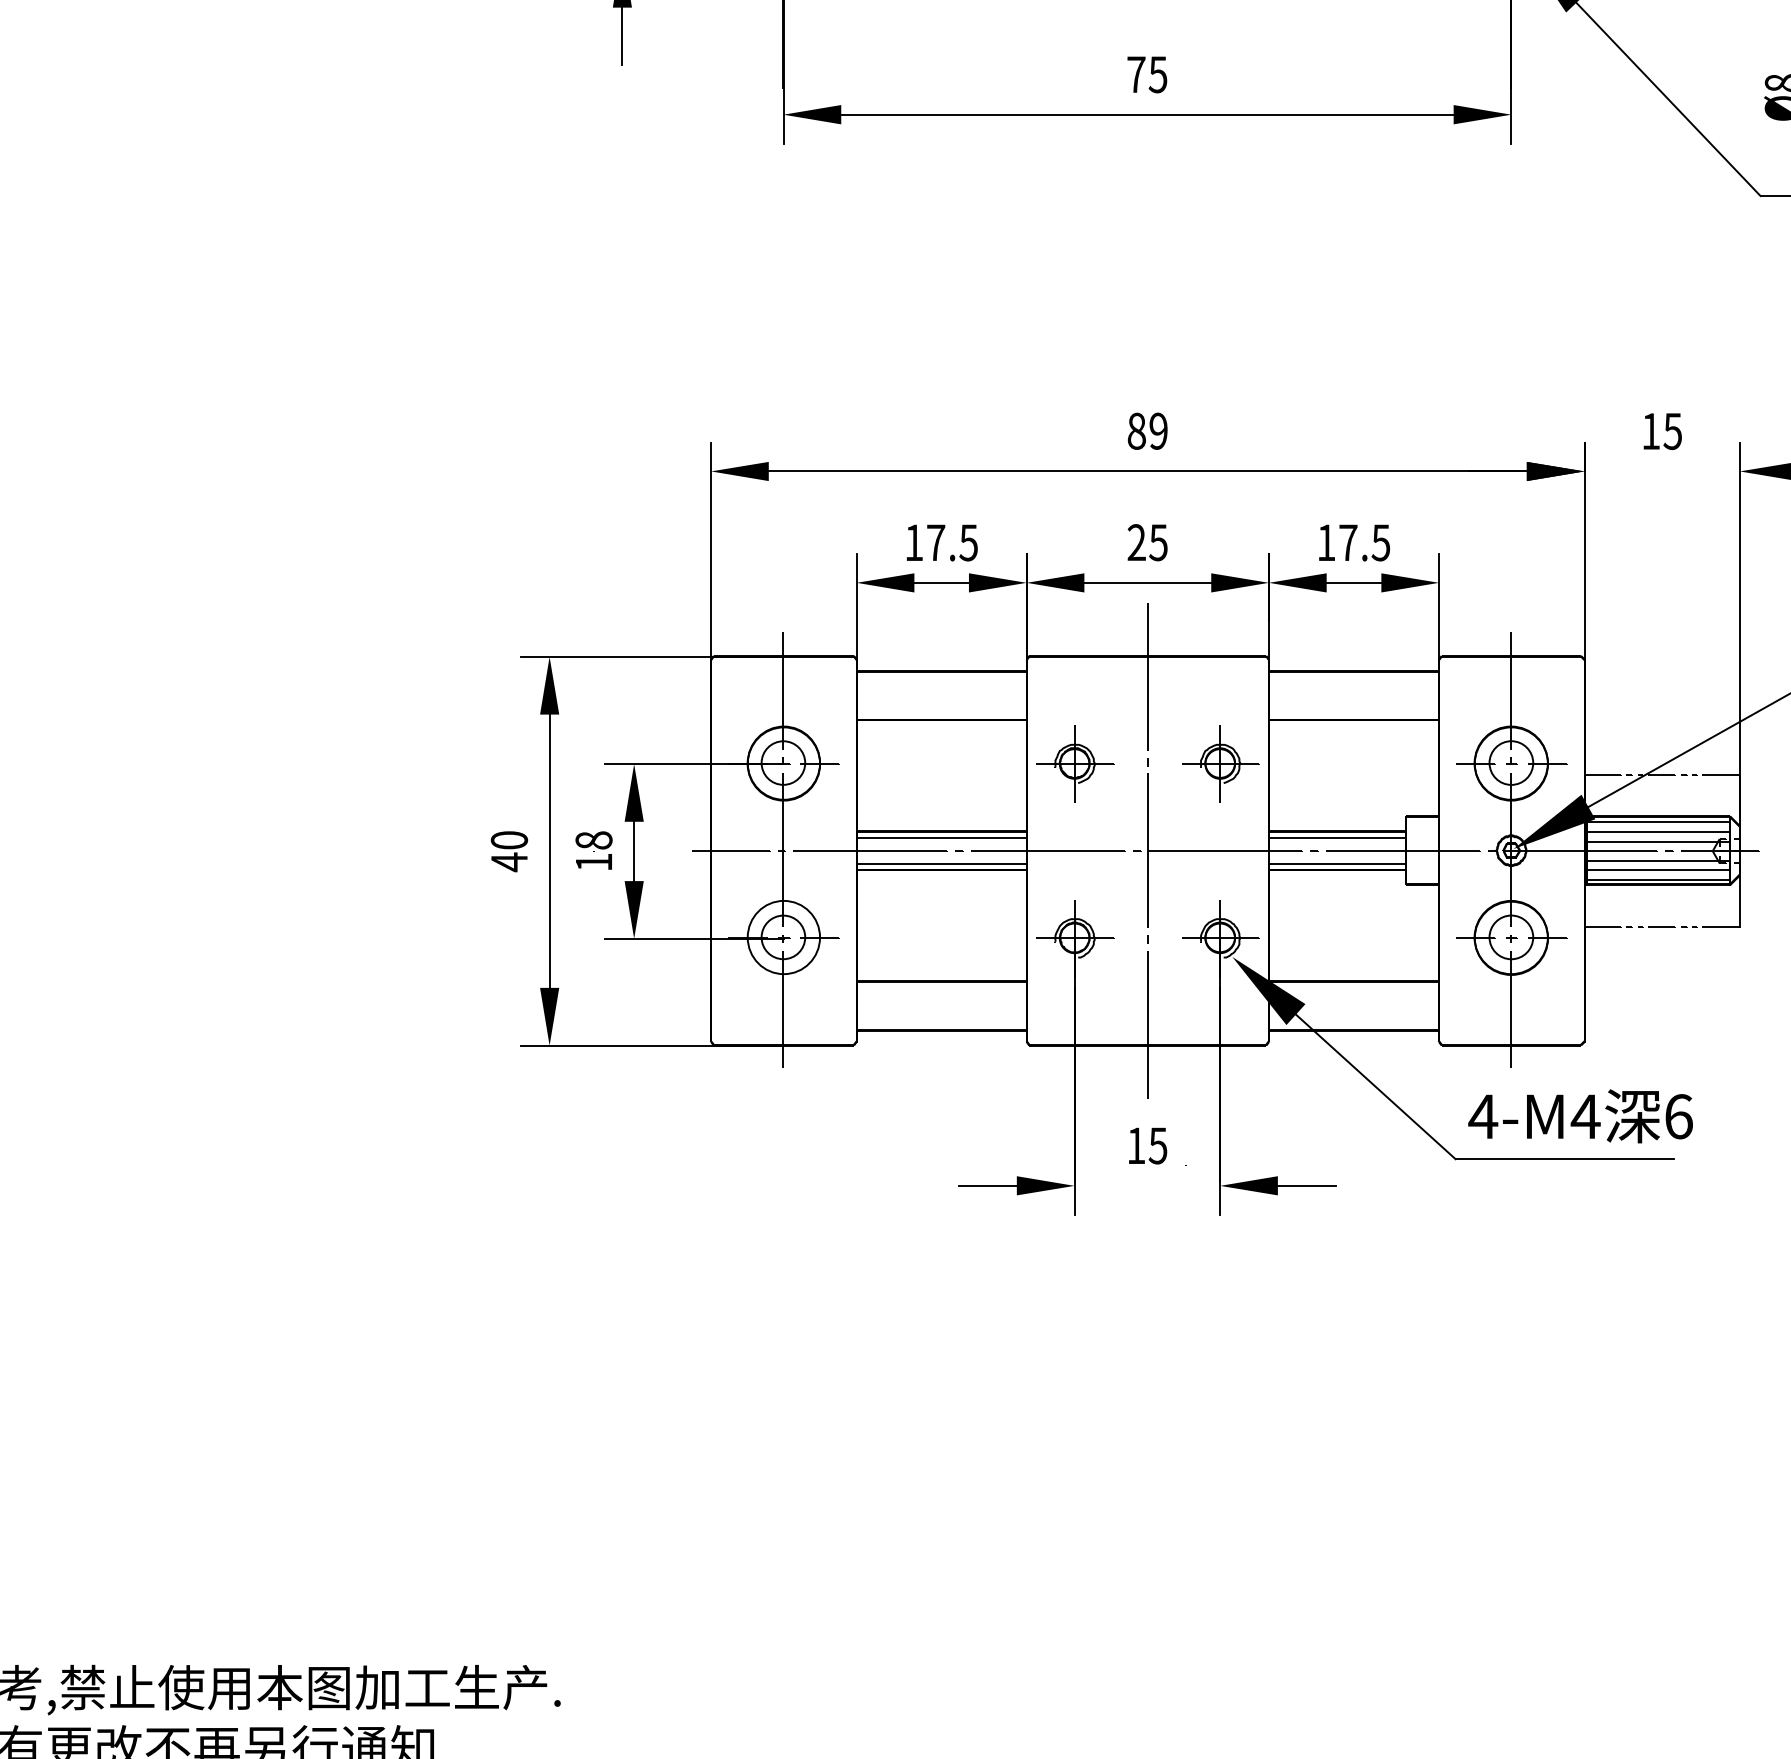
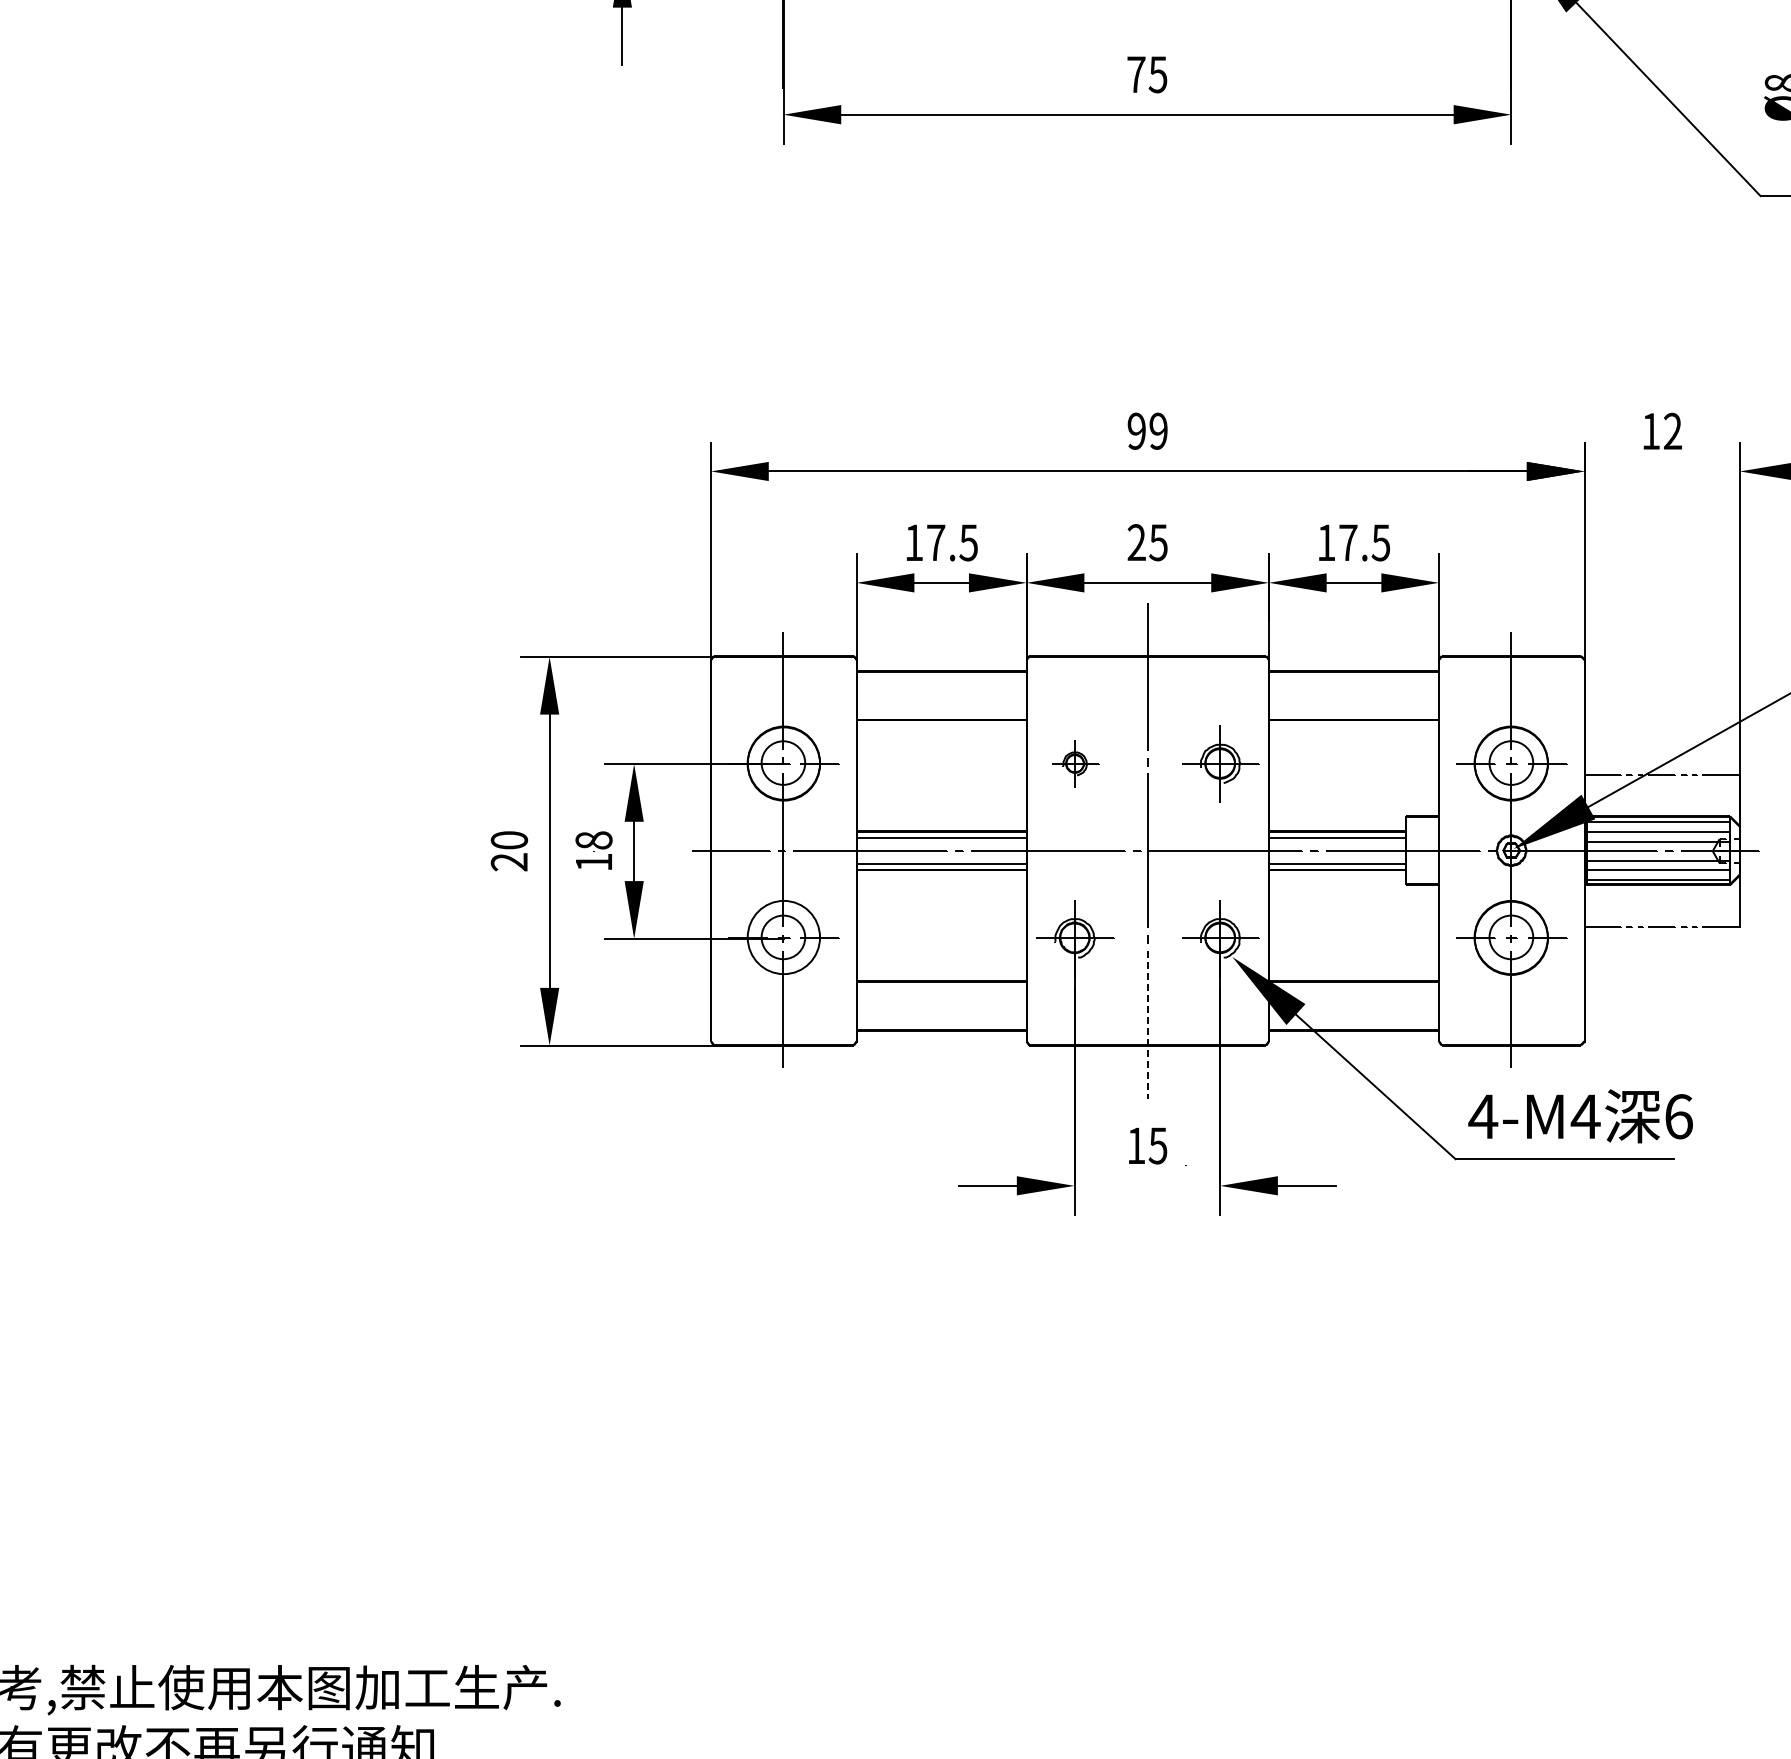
text at (1136, 430): 89 -> 99
text at (1672, 431): 15 -> 12
part at (1075, 763) size: 79x78 px -> 48x48 px
text at (508, 862): 40 -> 20
line at (1147, 1024): solid -> dashed
